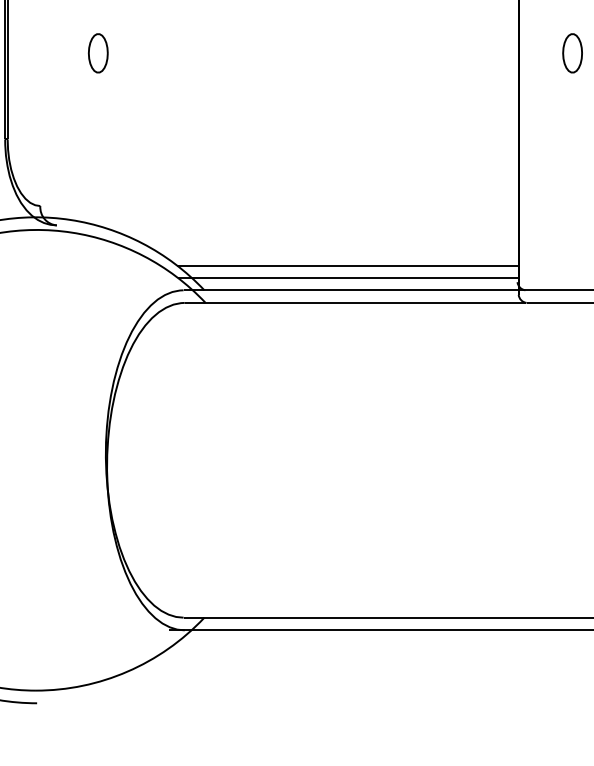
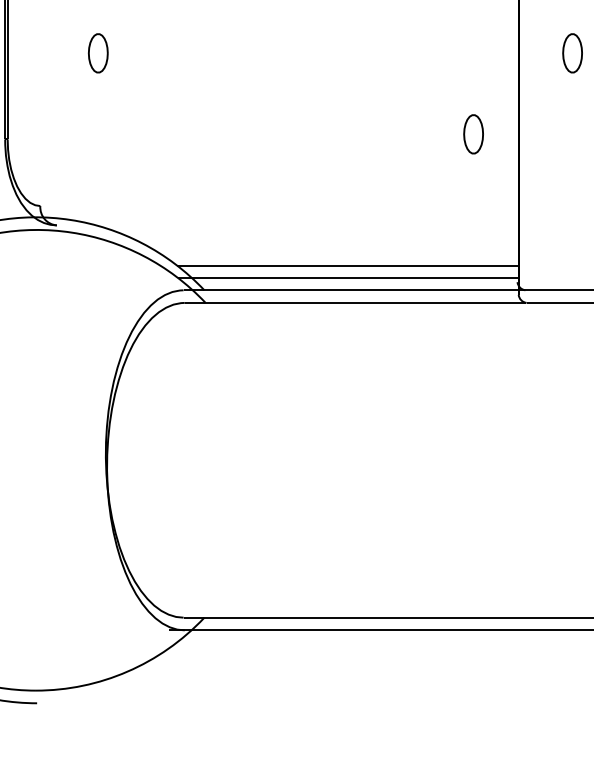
part at (473, 134): none -> present
